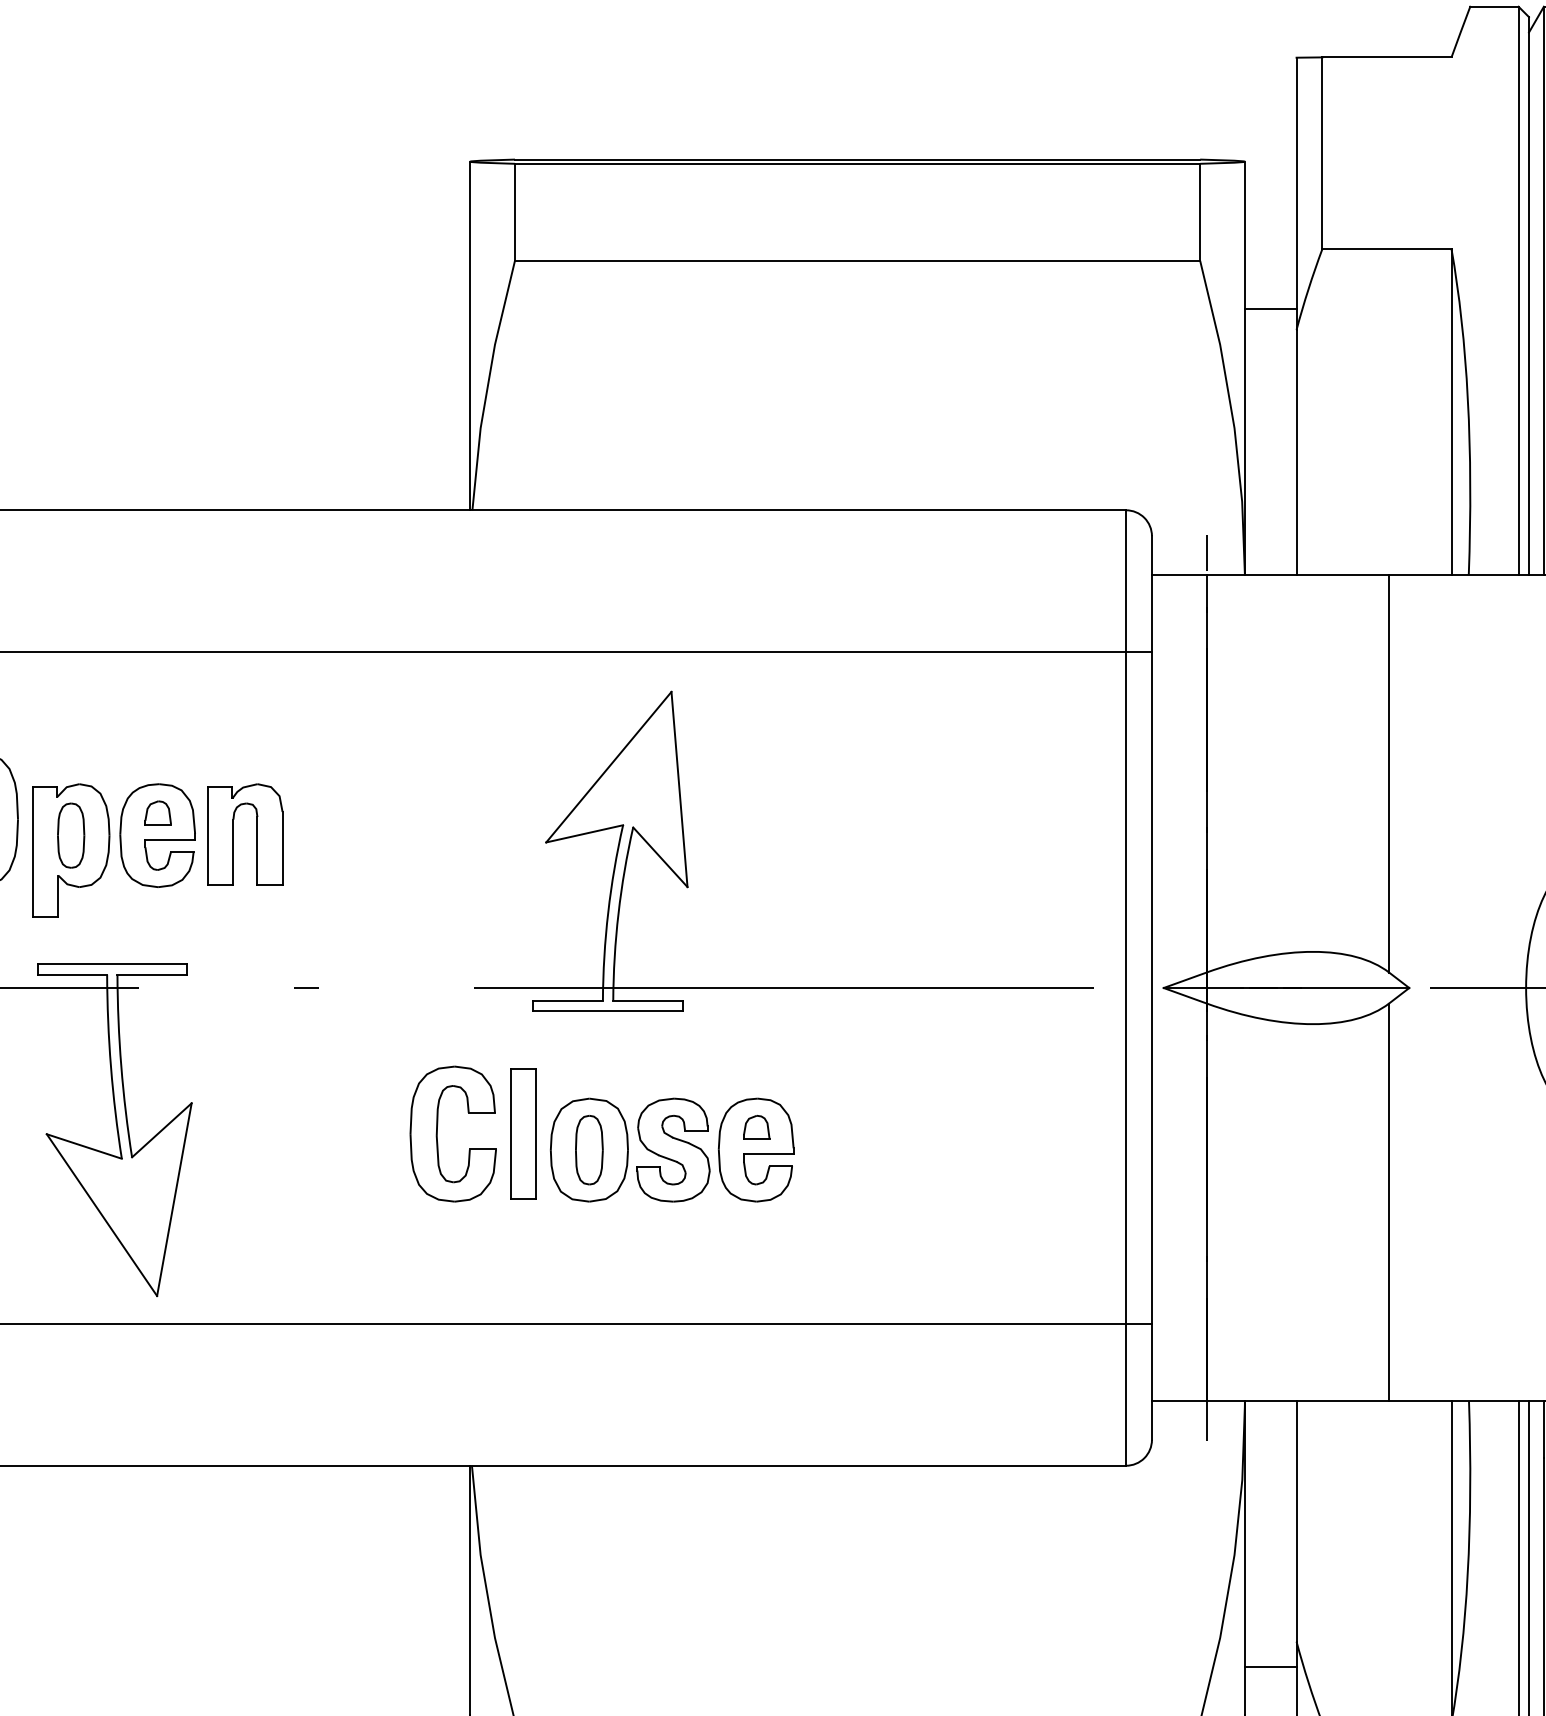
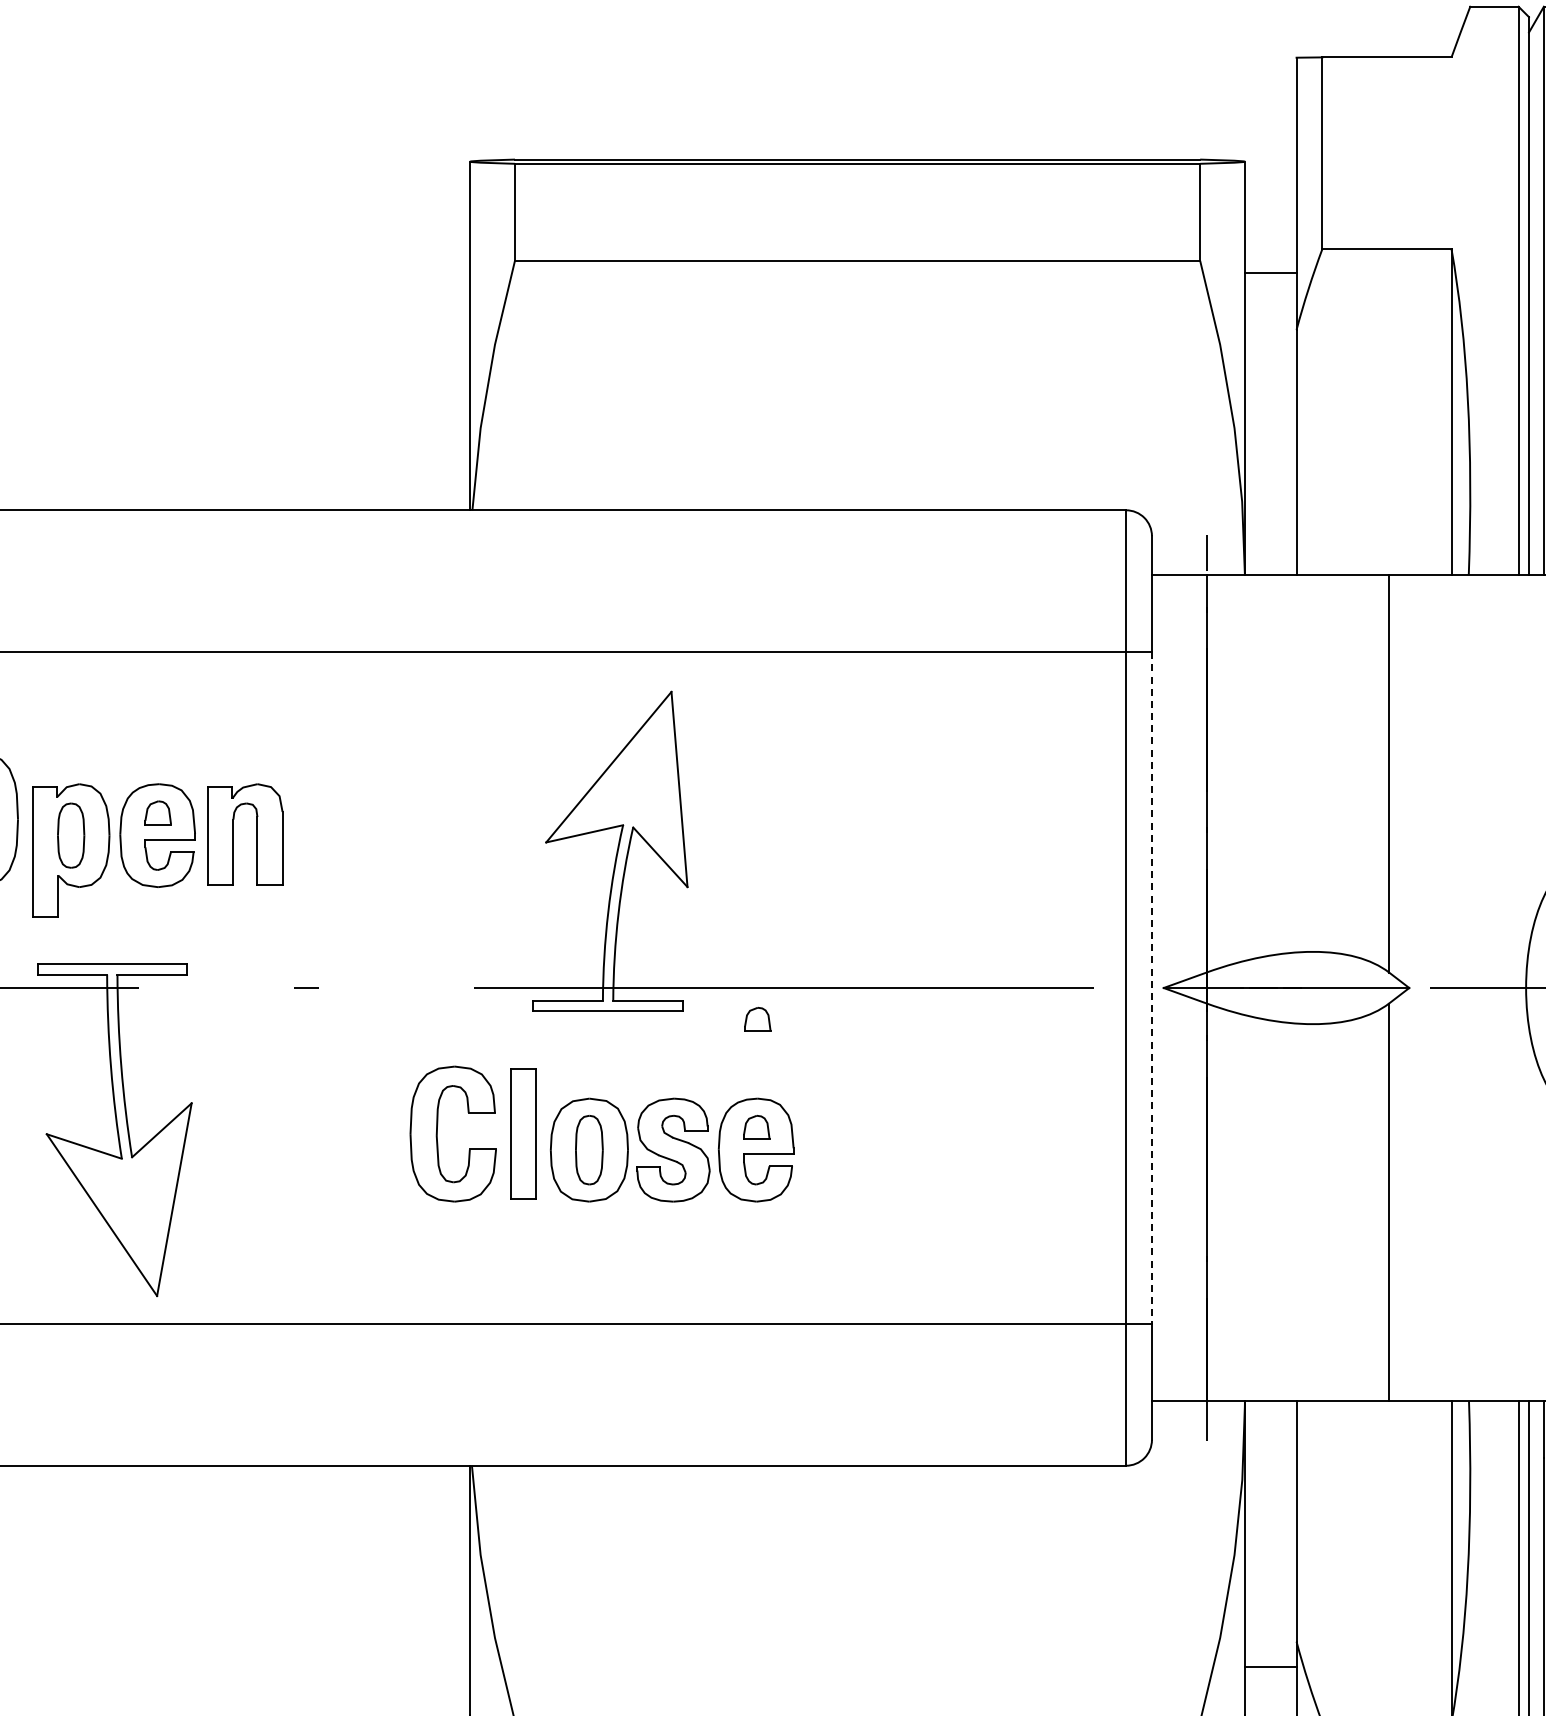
line at (1270, 308) position: (1270, 308) -> (1270, 272)
line at (1151, 988): solid -> dashed
part at (757, 1019): none -> present
